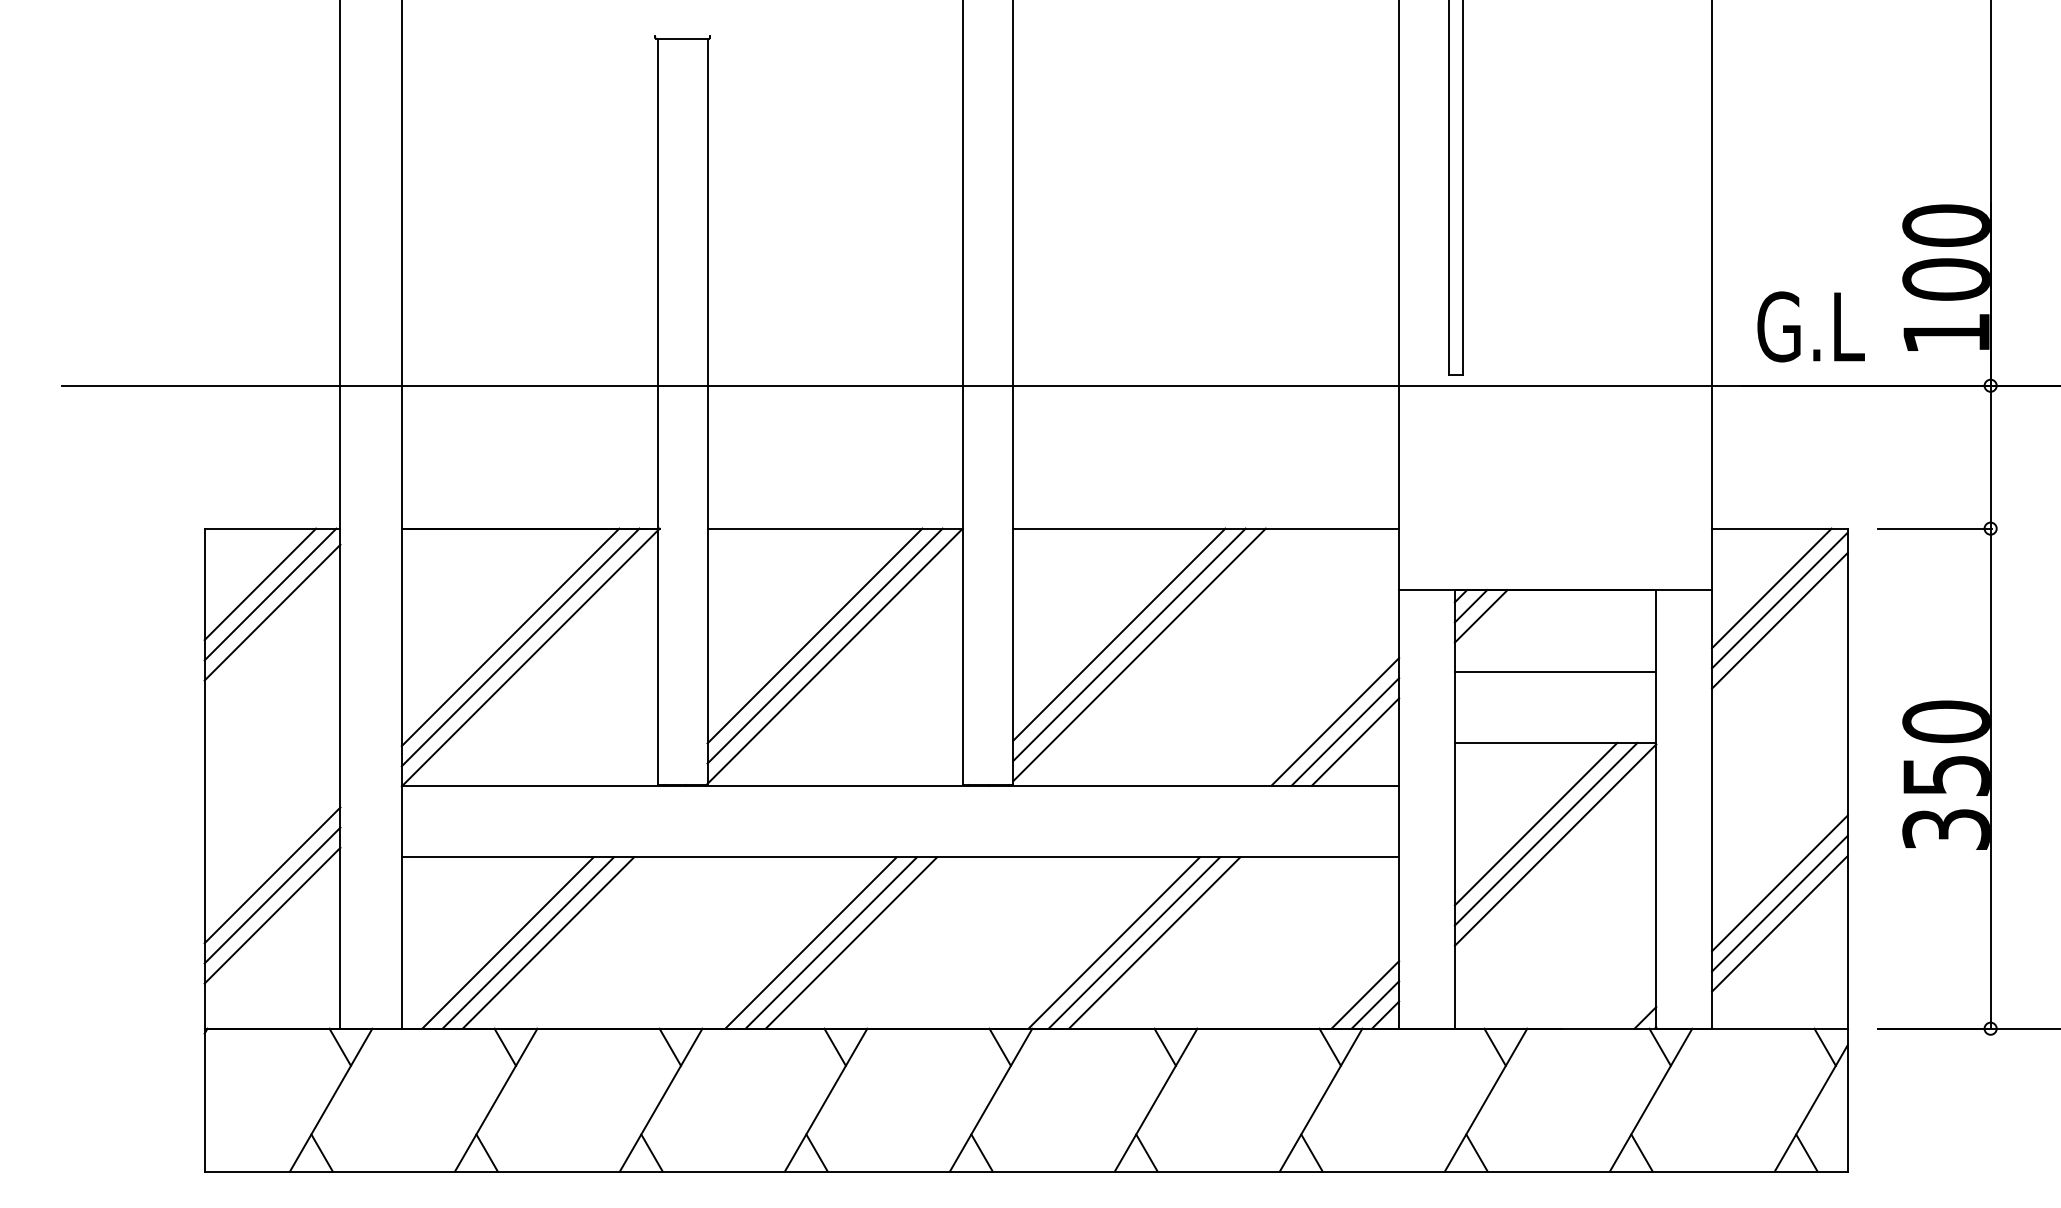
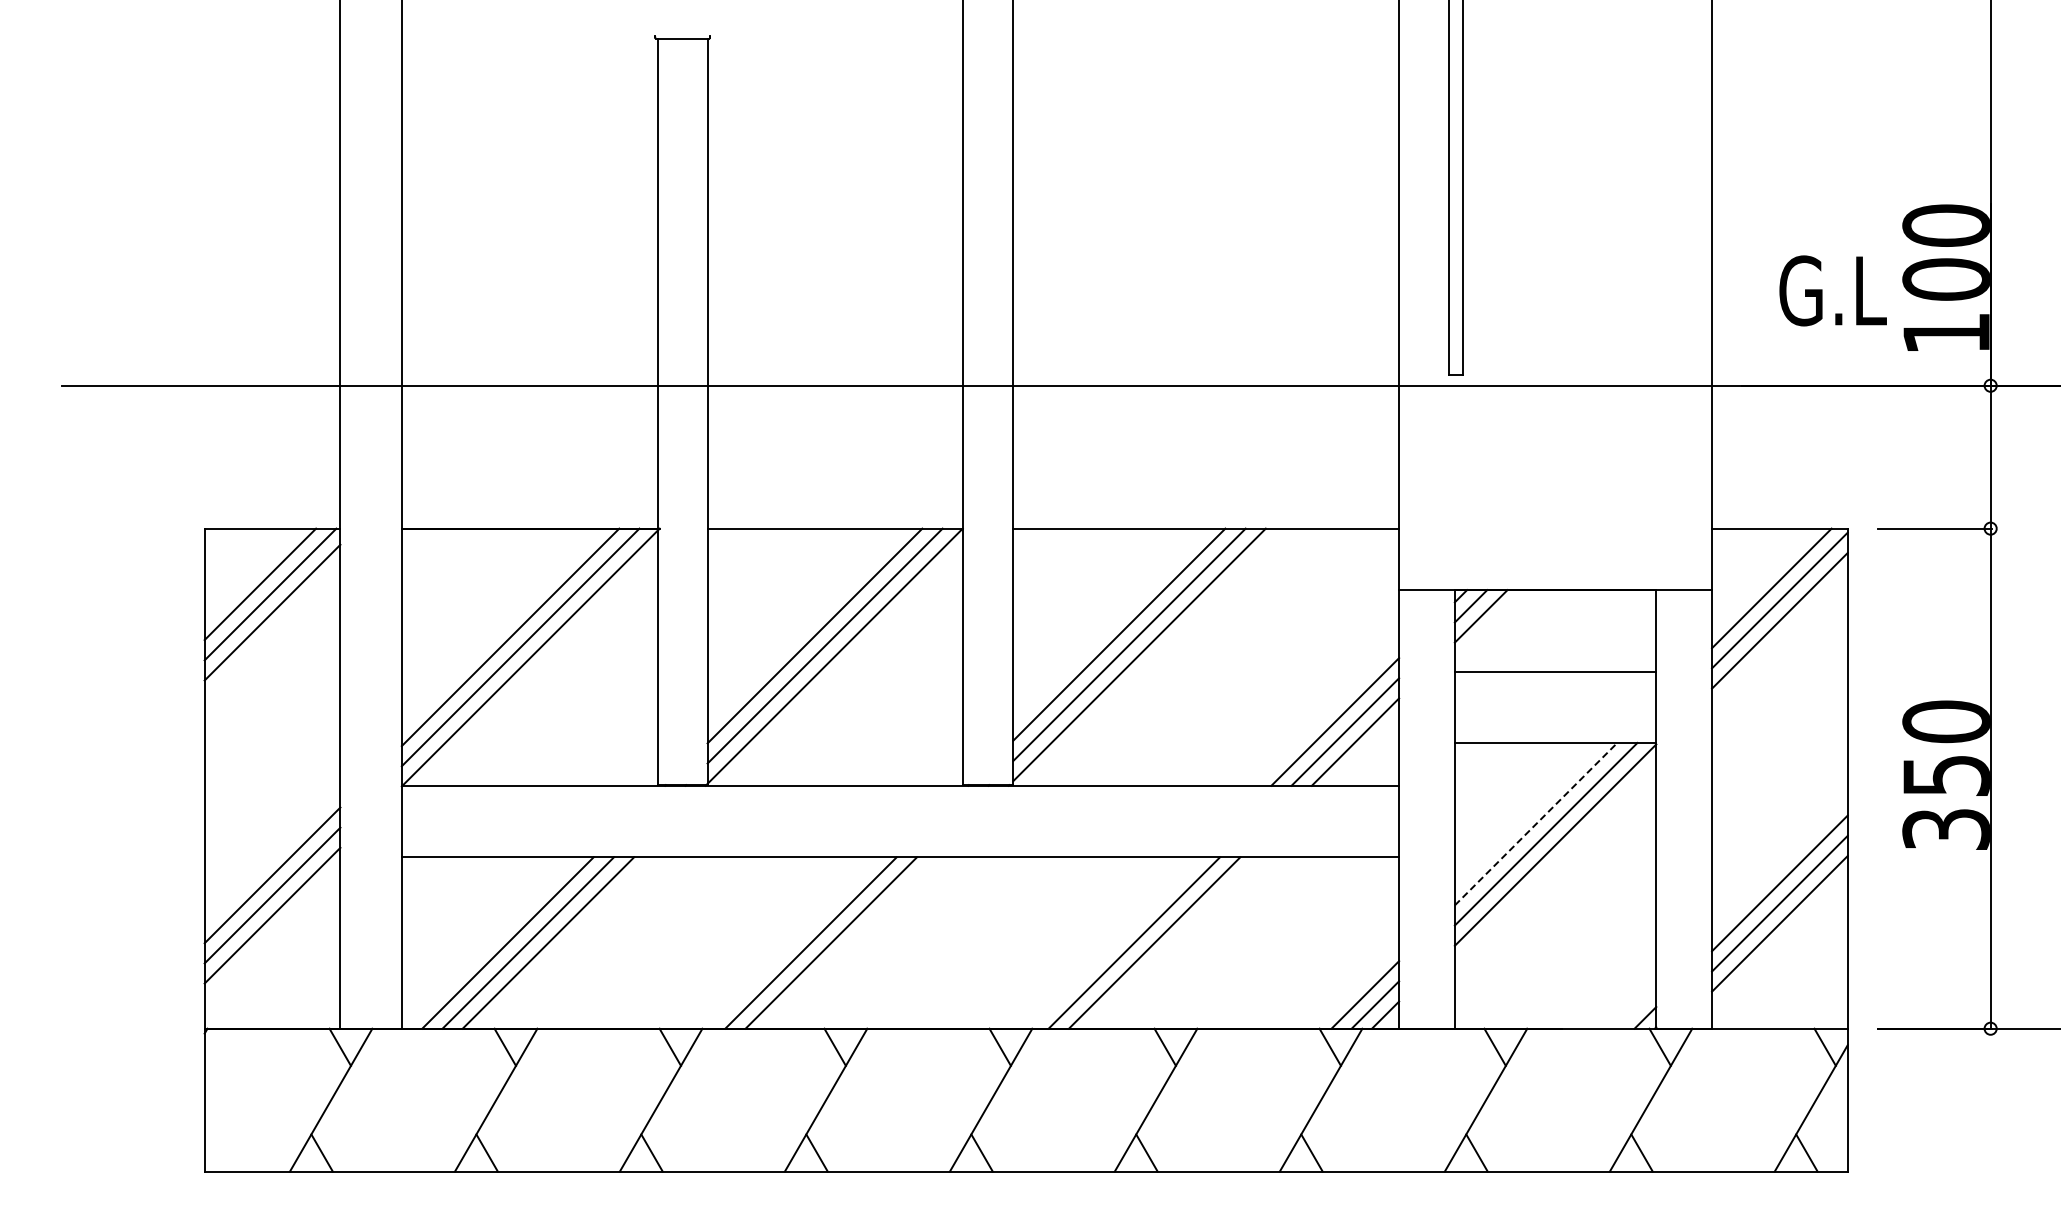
text at (1810, 326) position: (1810, 326) -> (1832, 290)
line at (1536, 824): solid -> dashed
line at (851, 942): present -> none
line at (1113, 942): present -> none
